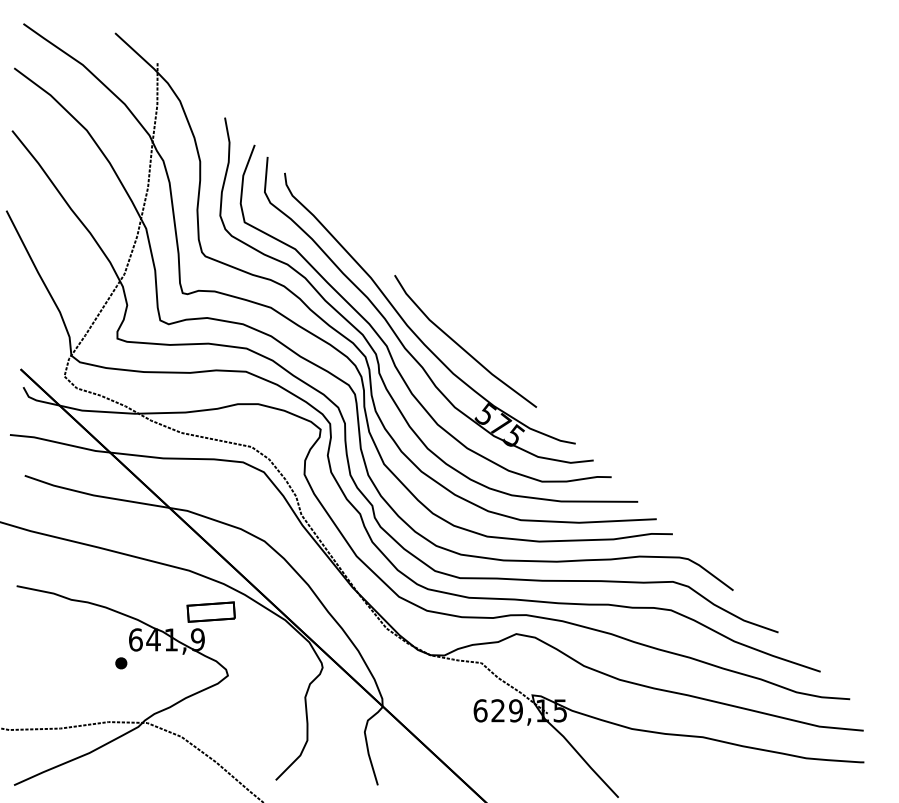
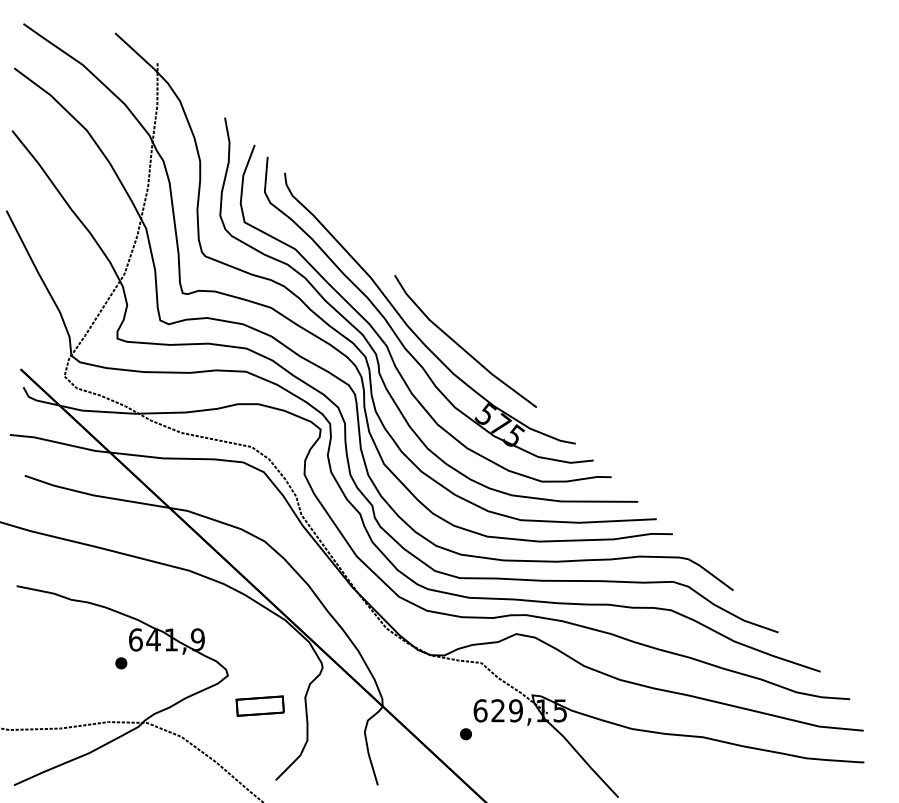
part at (210, 611) position: (210, 611) -> (259, 705)
part at (465, 734): none -> present
